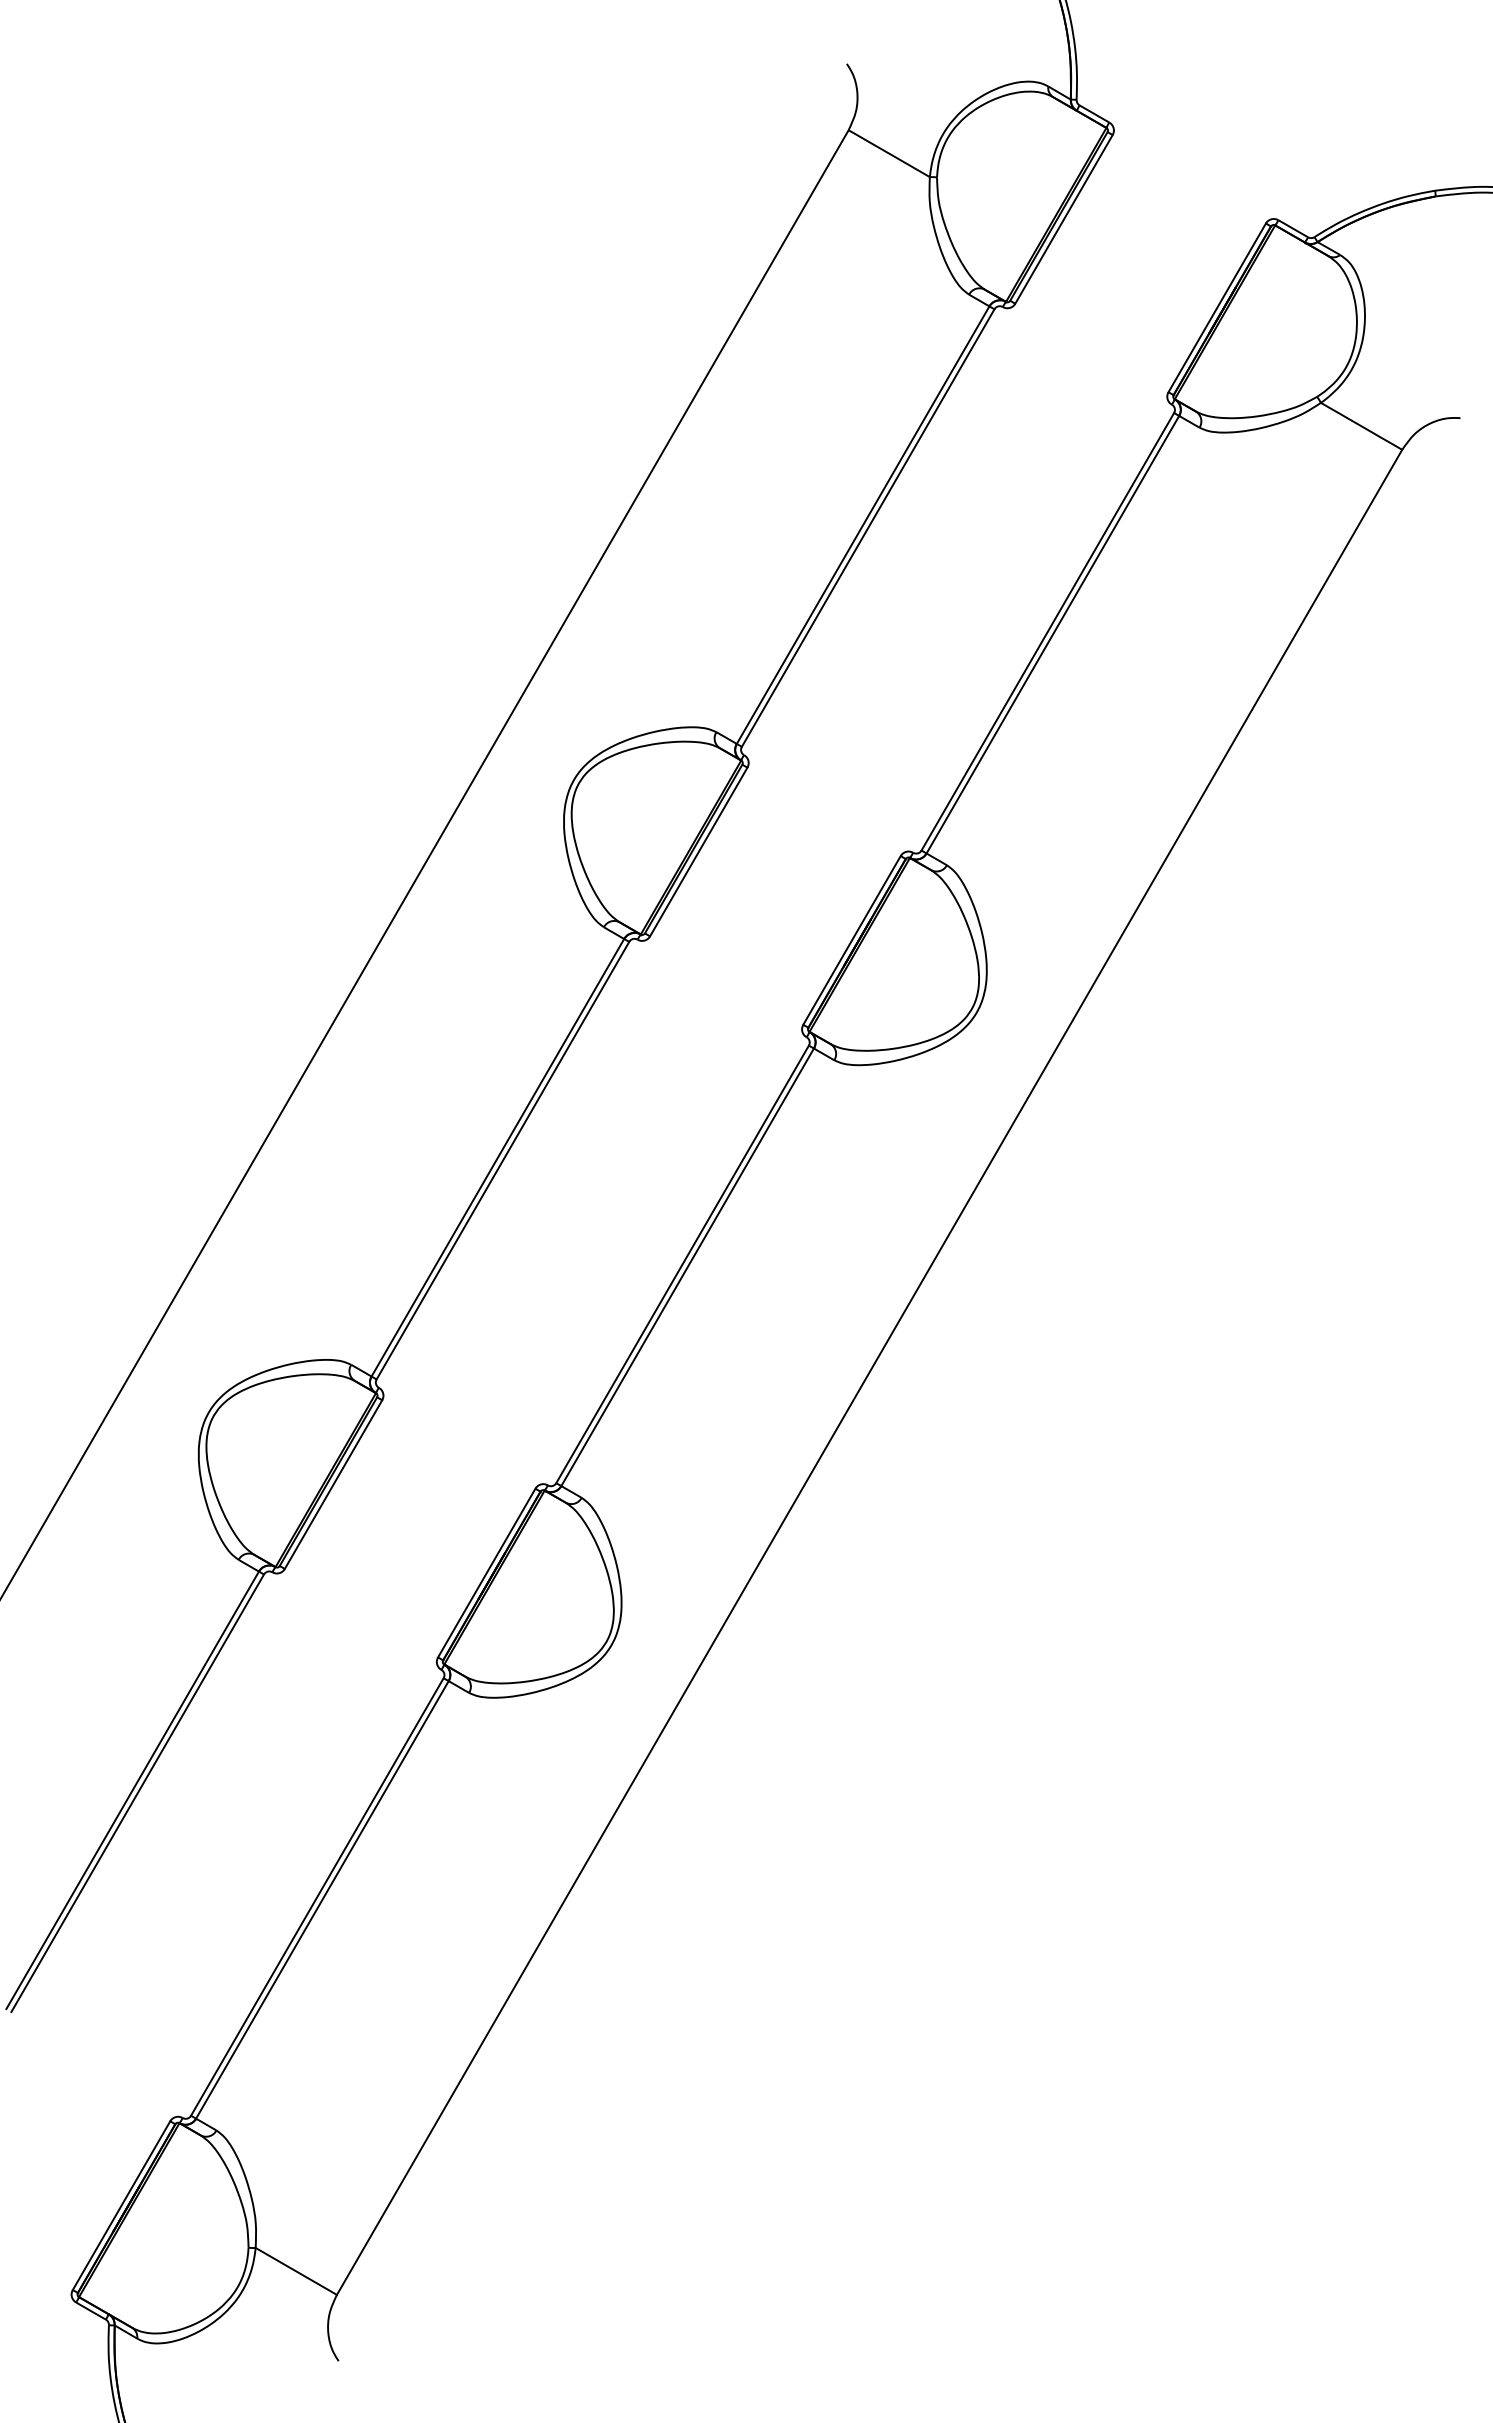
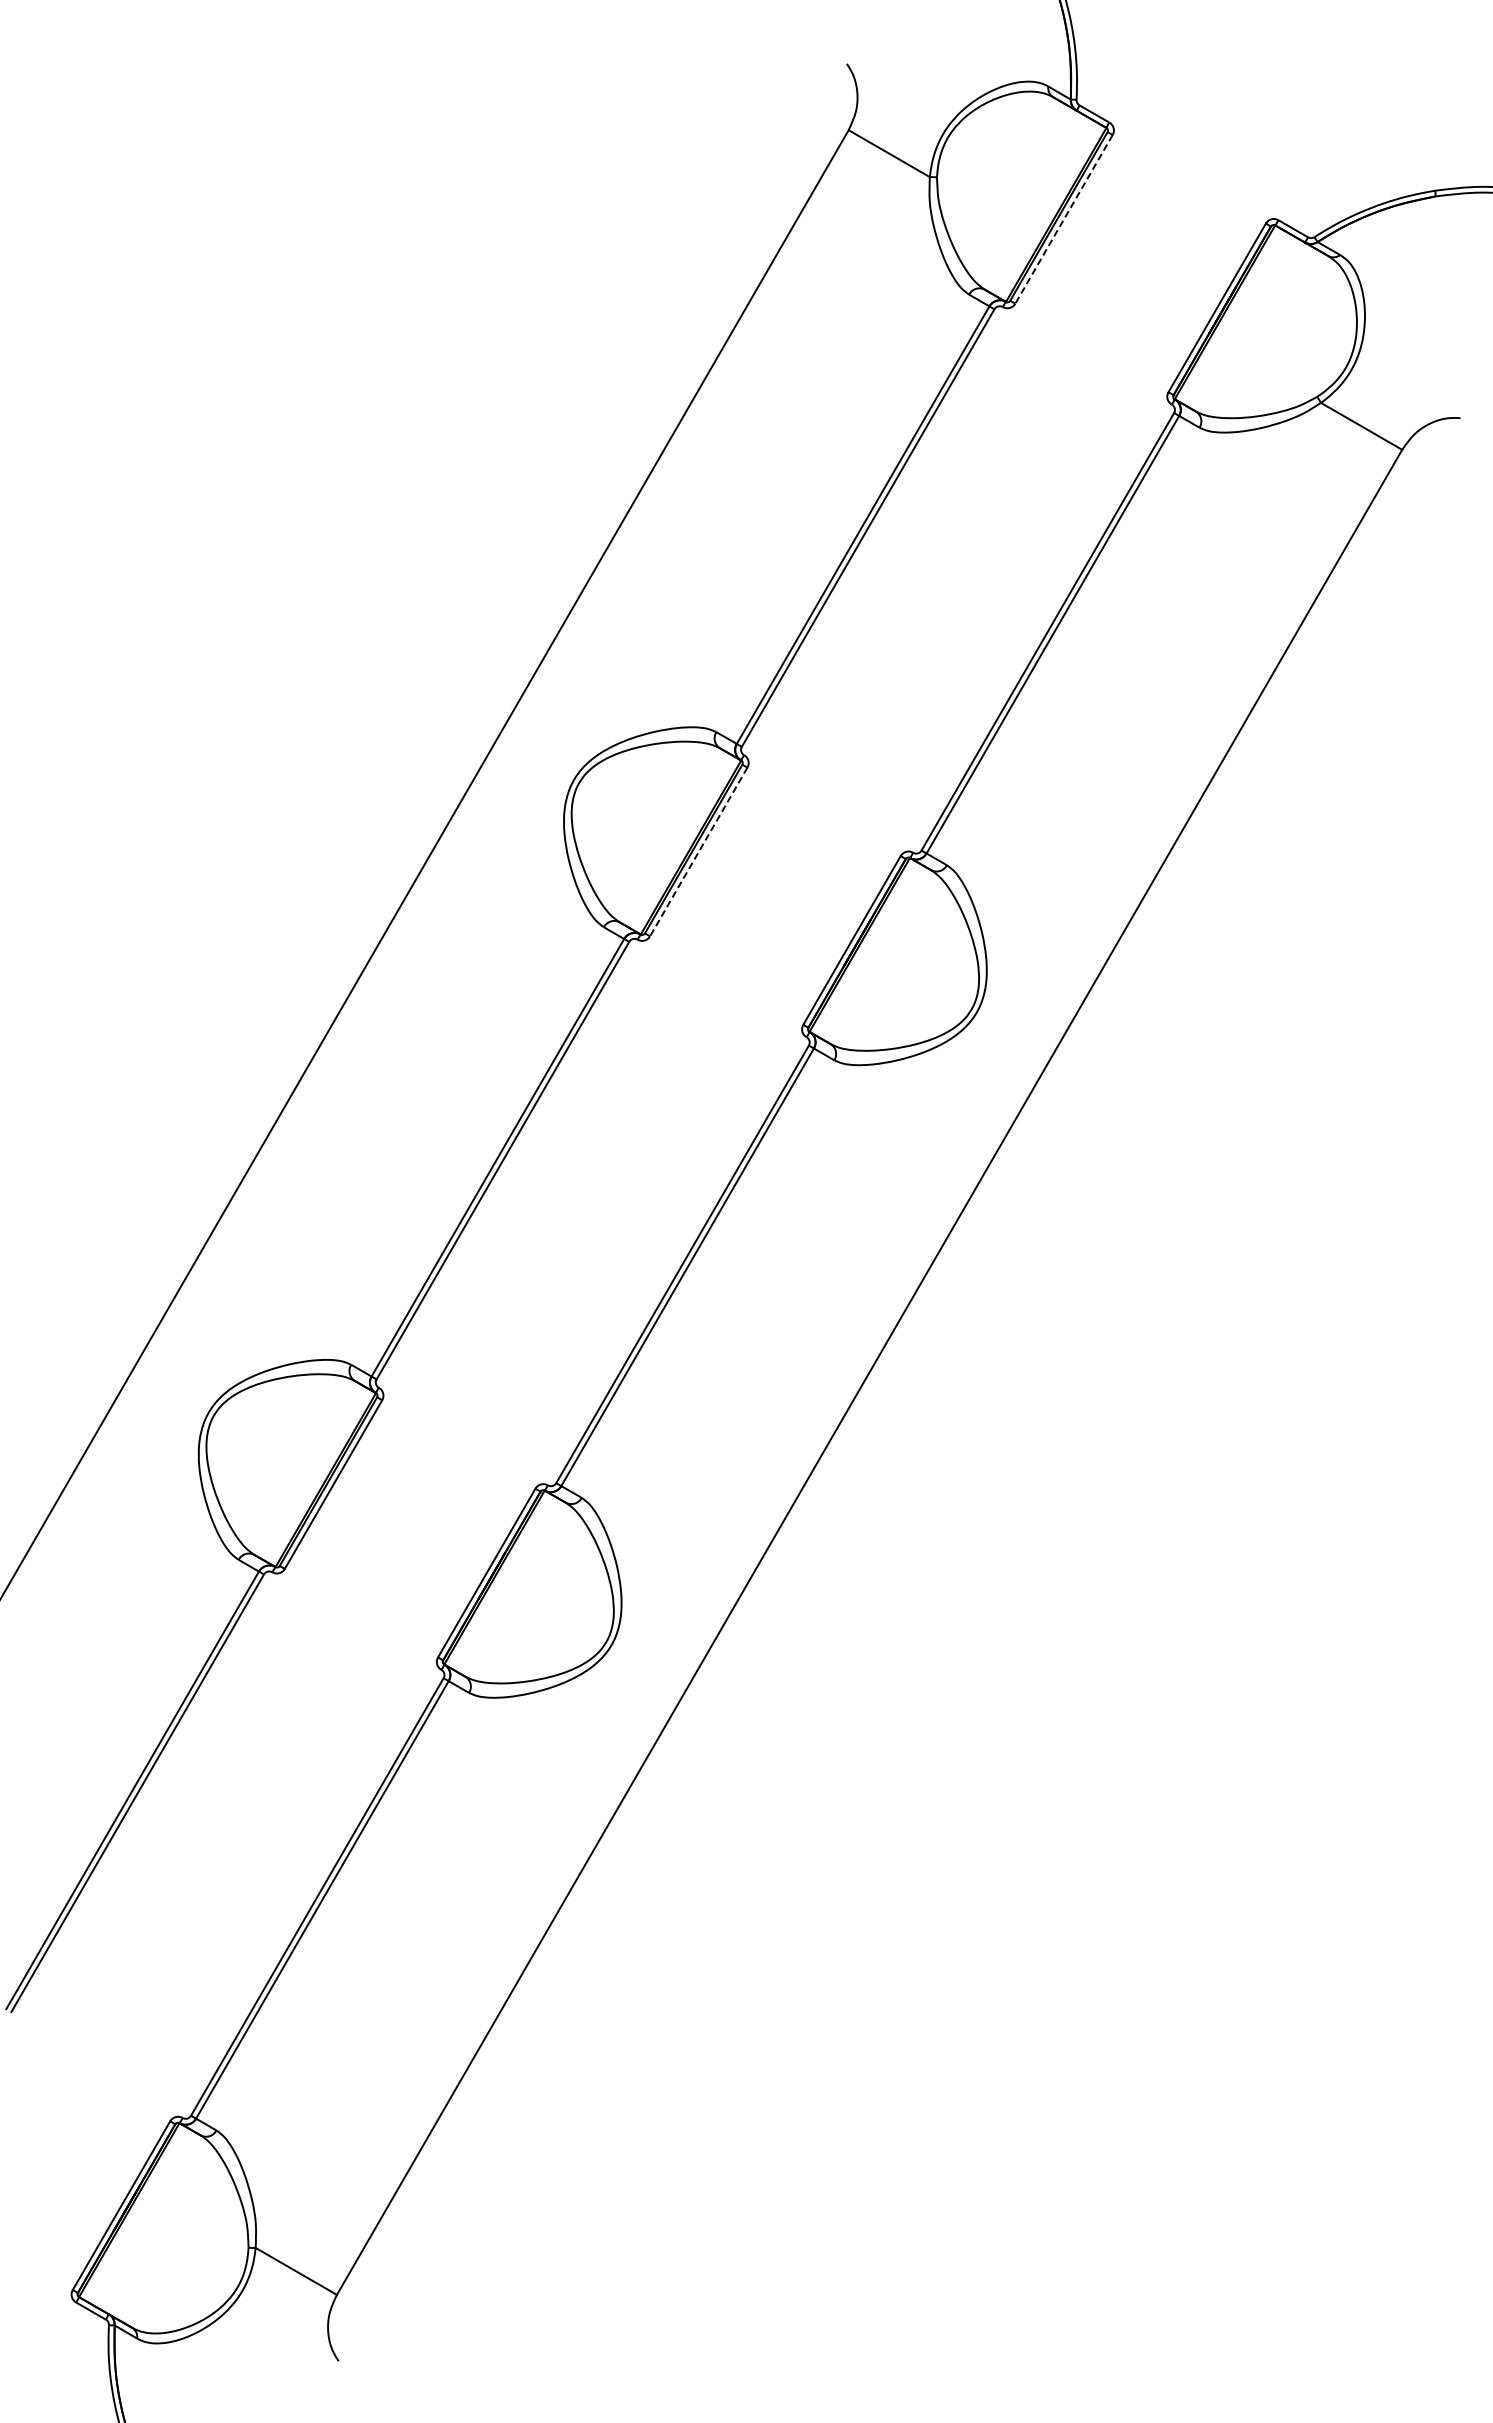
line at (1063, 219): solid -> dashed
line at (698, 852): solid -> dashed
